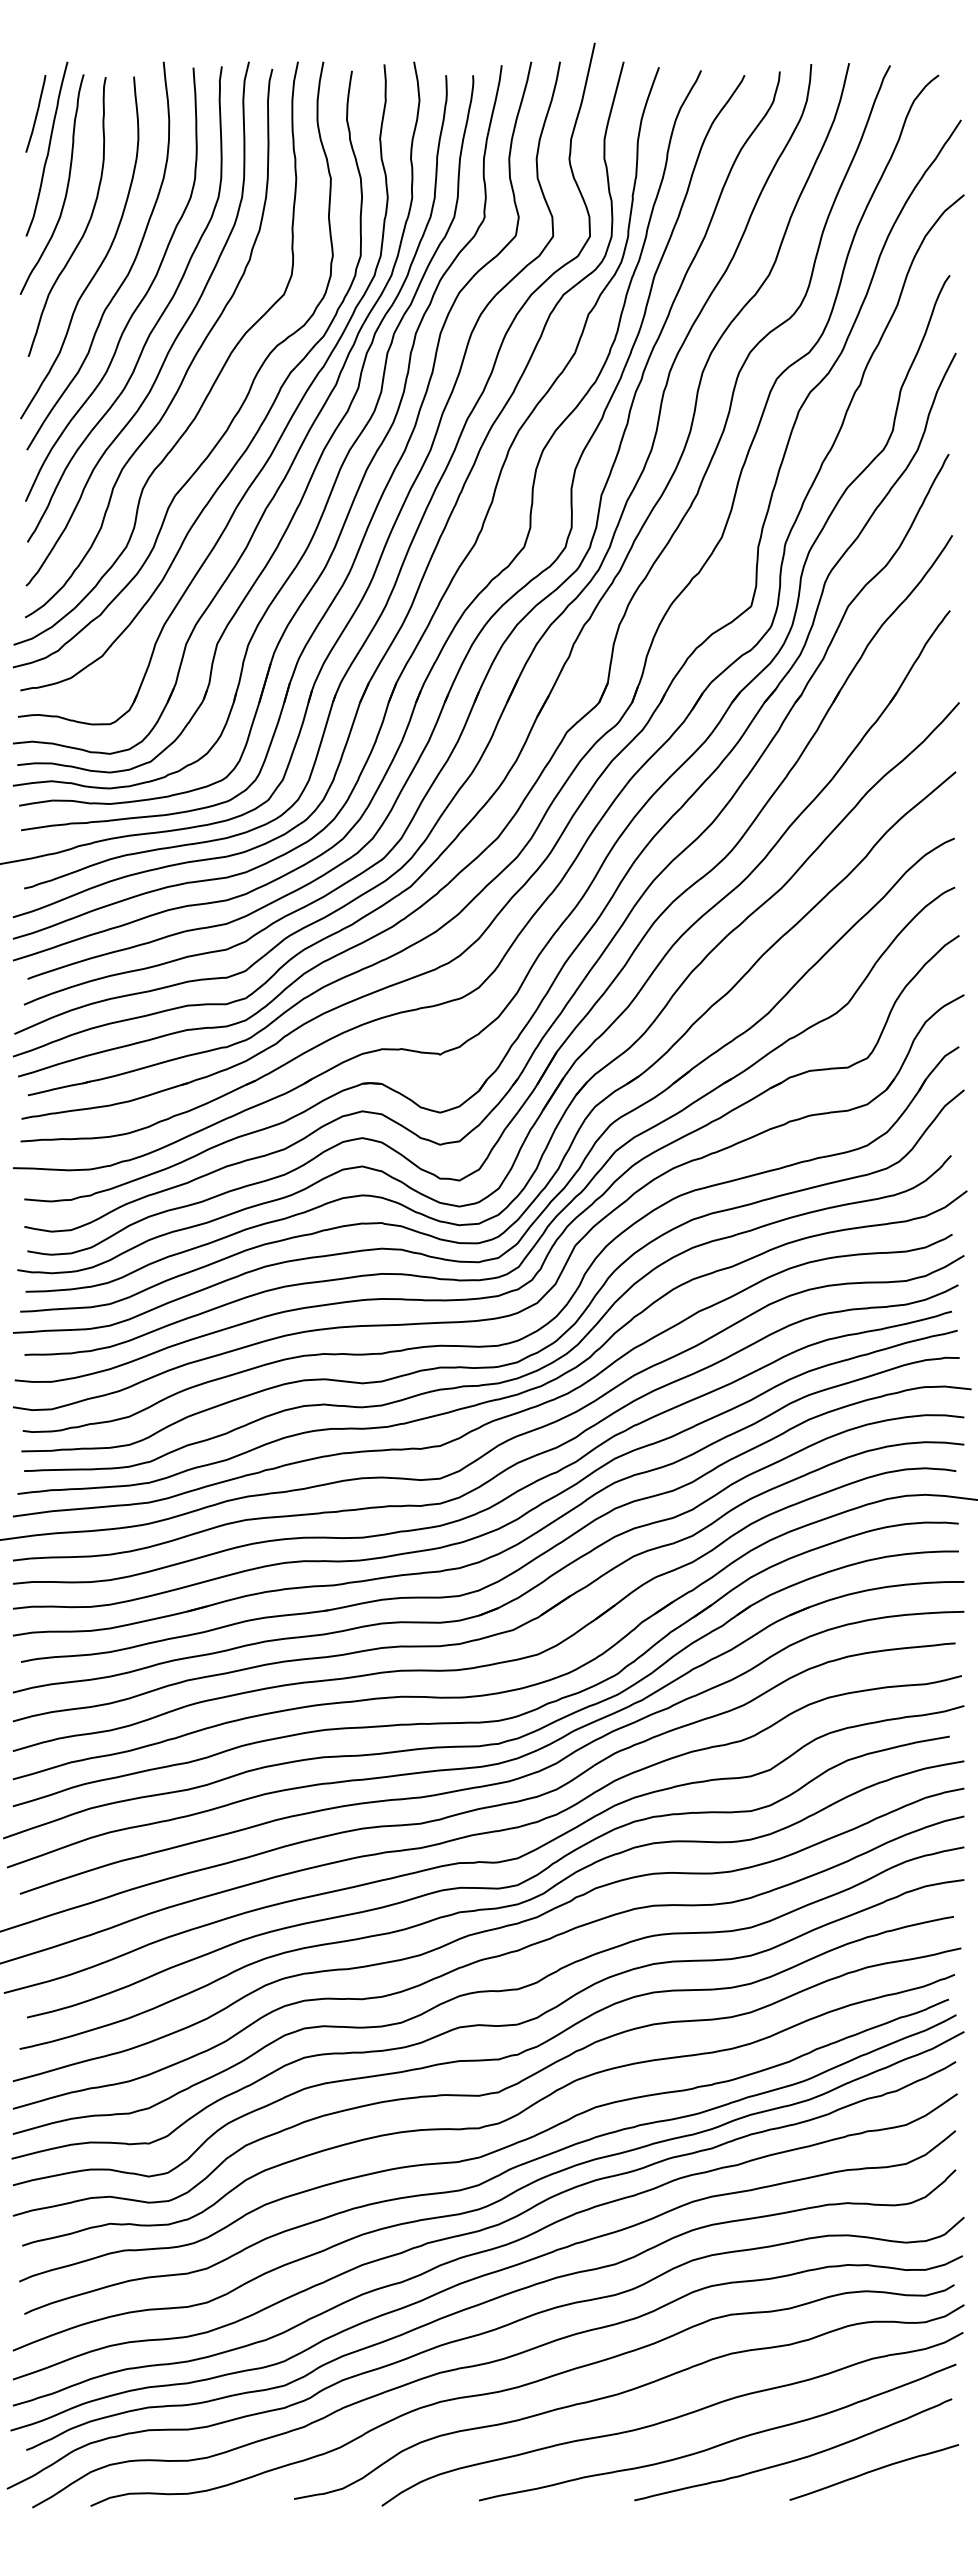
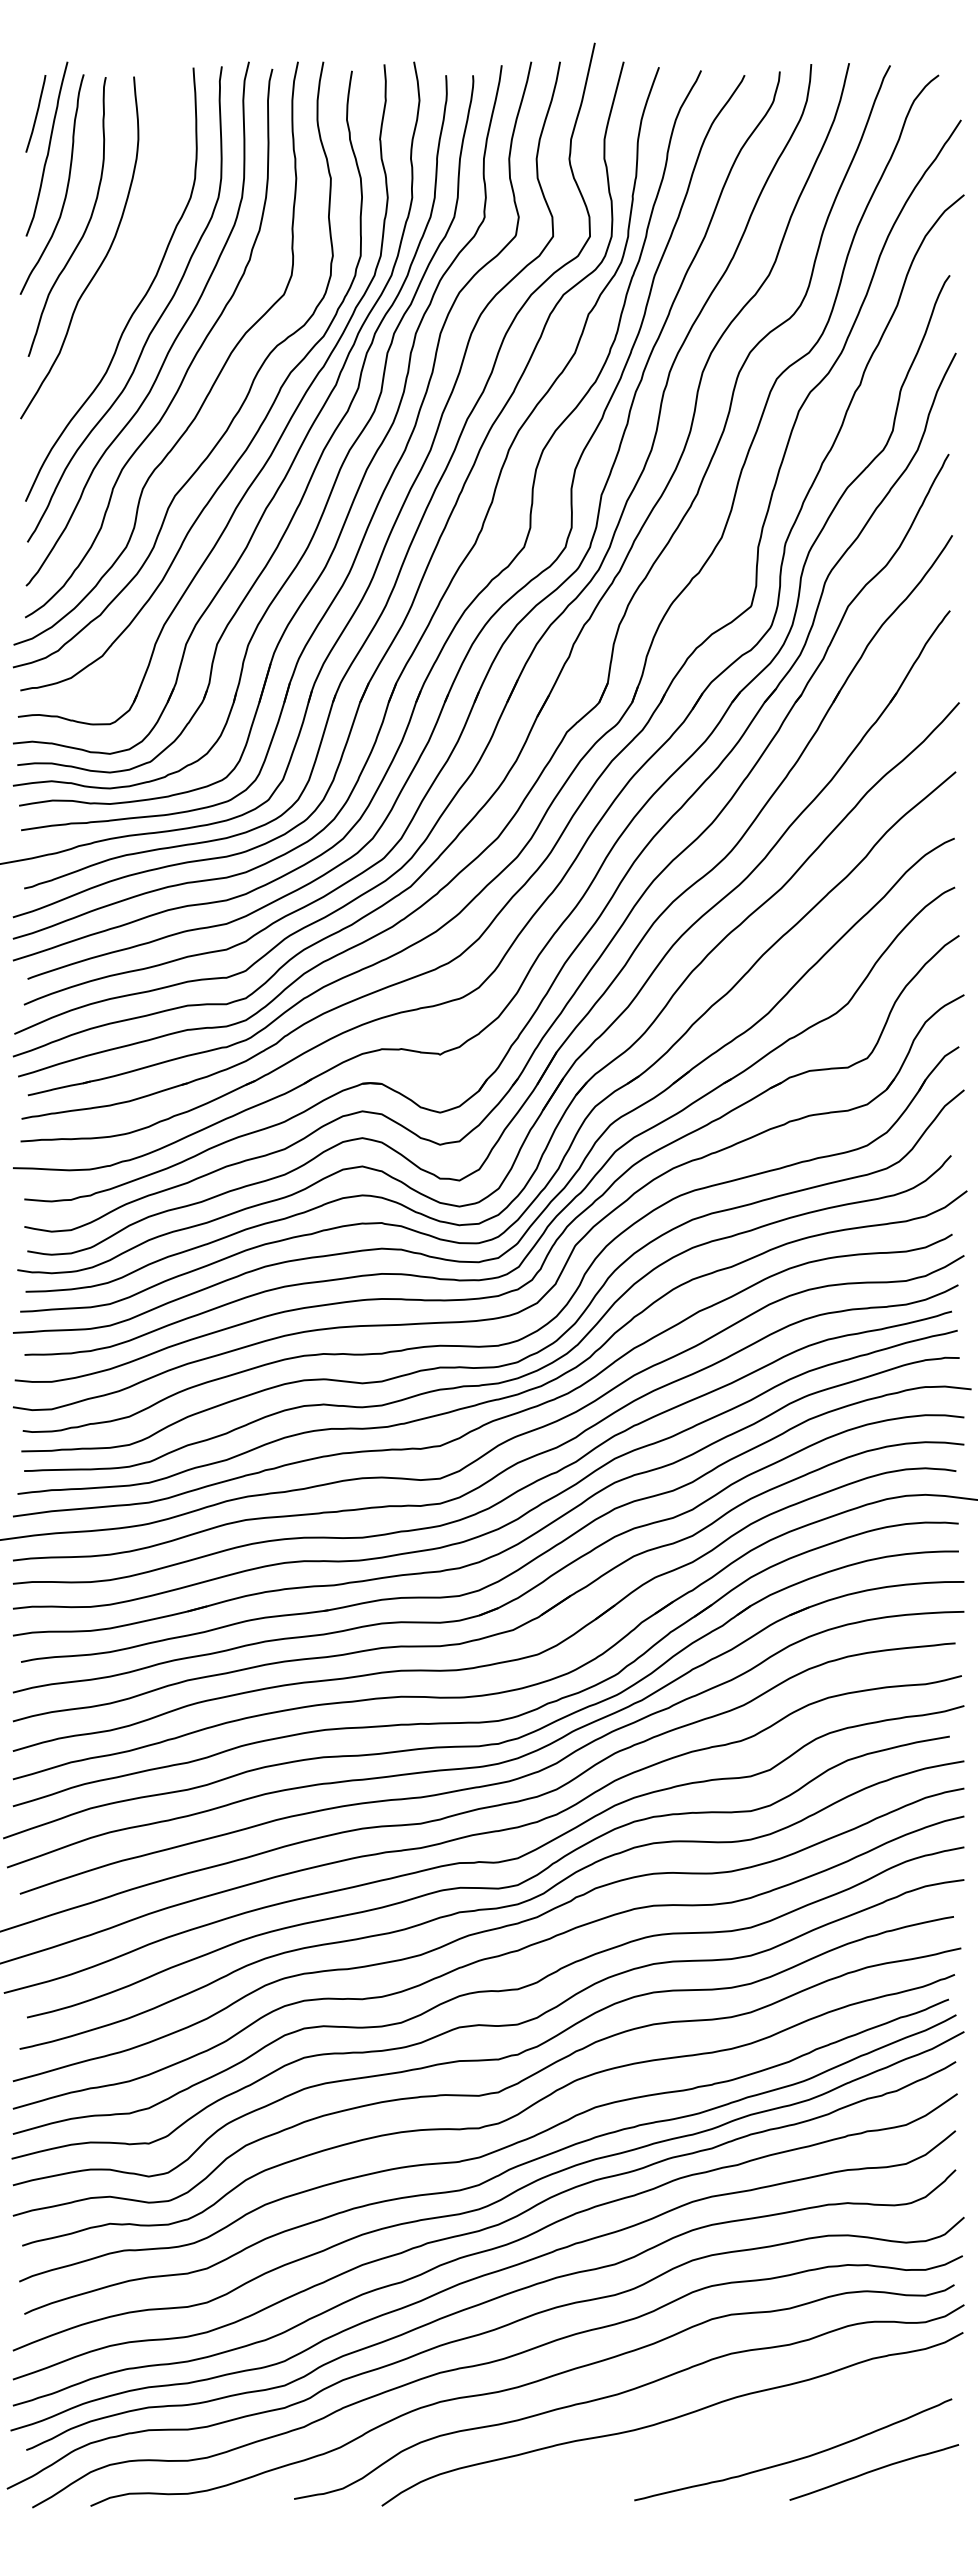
curve at (130, 266): present -> none
curve at (723, 2442): present -> none
